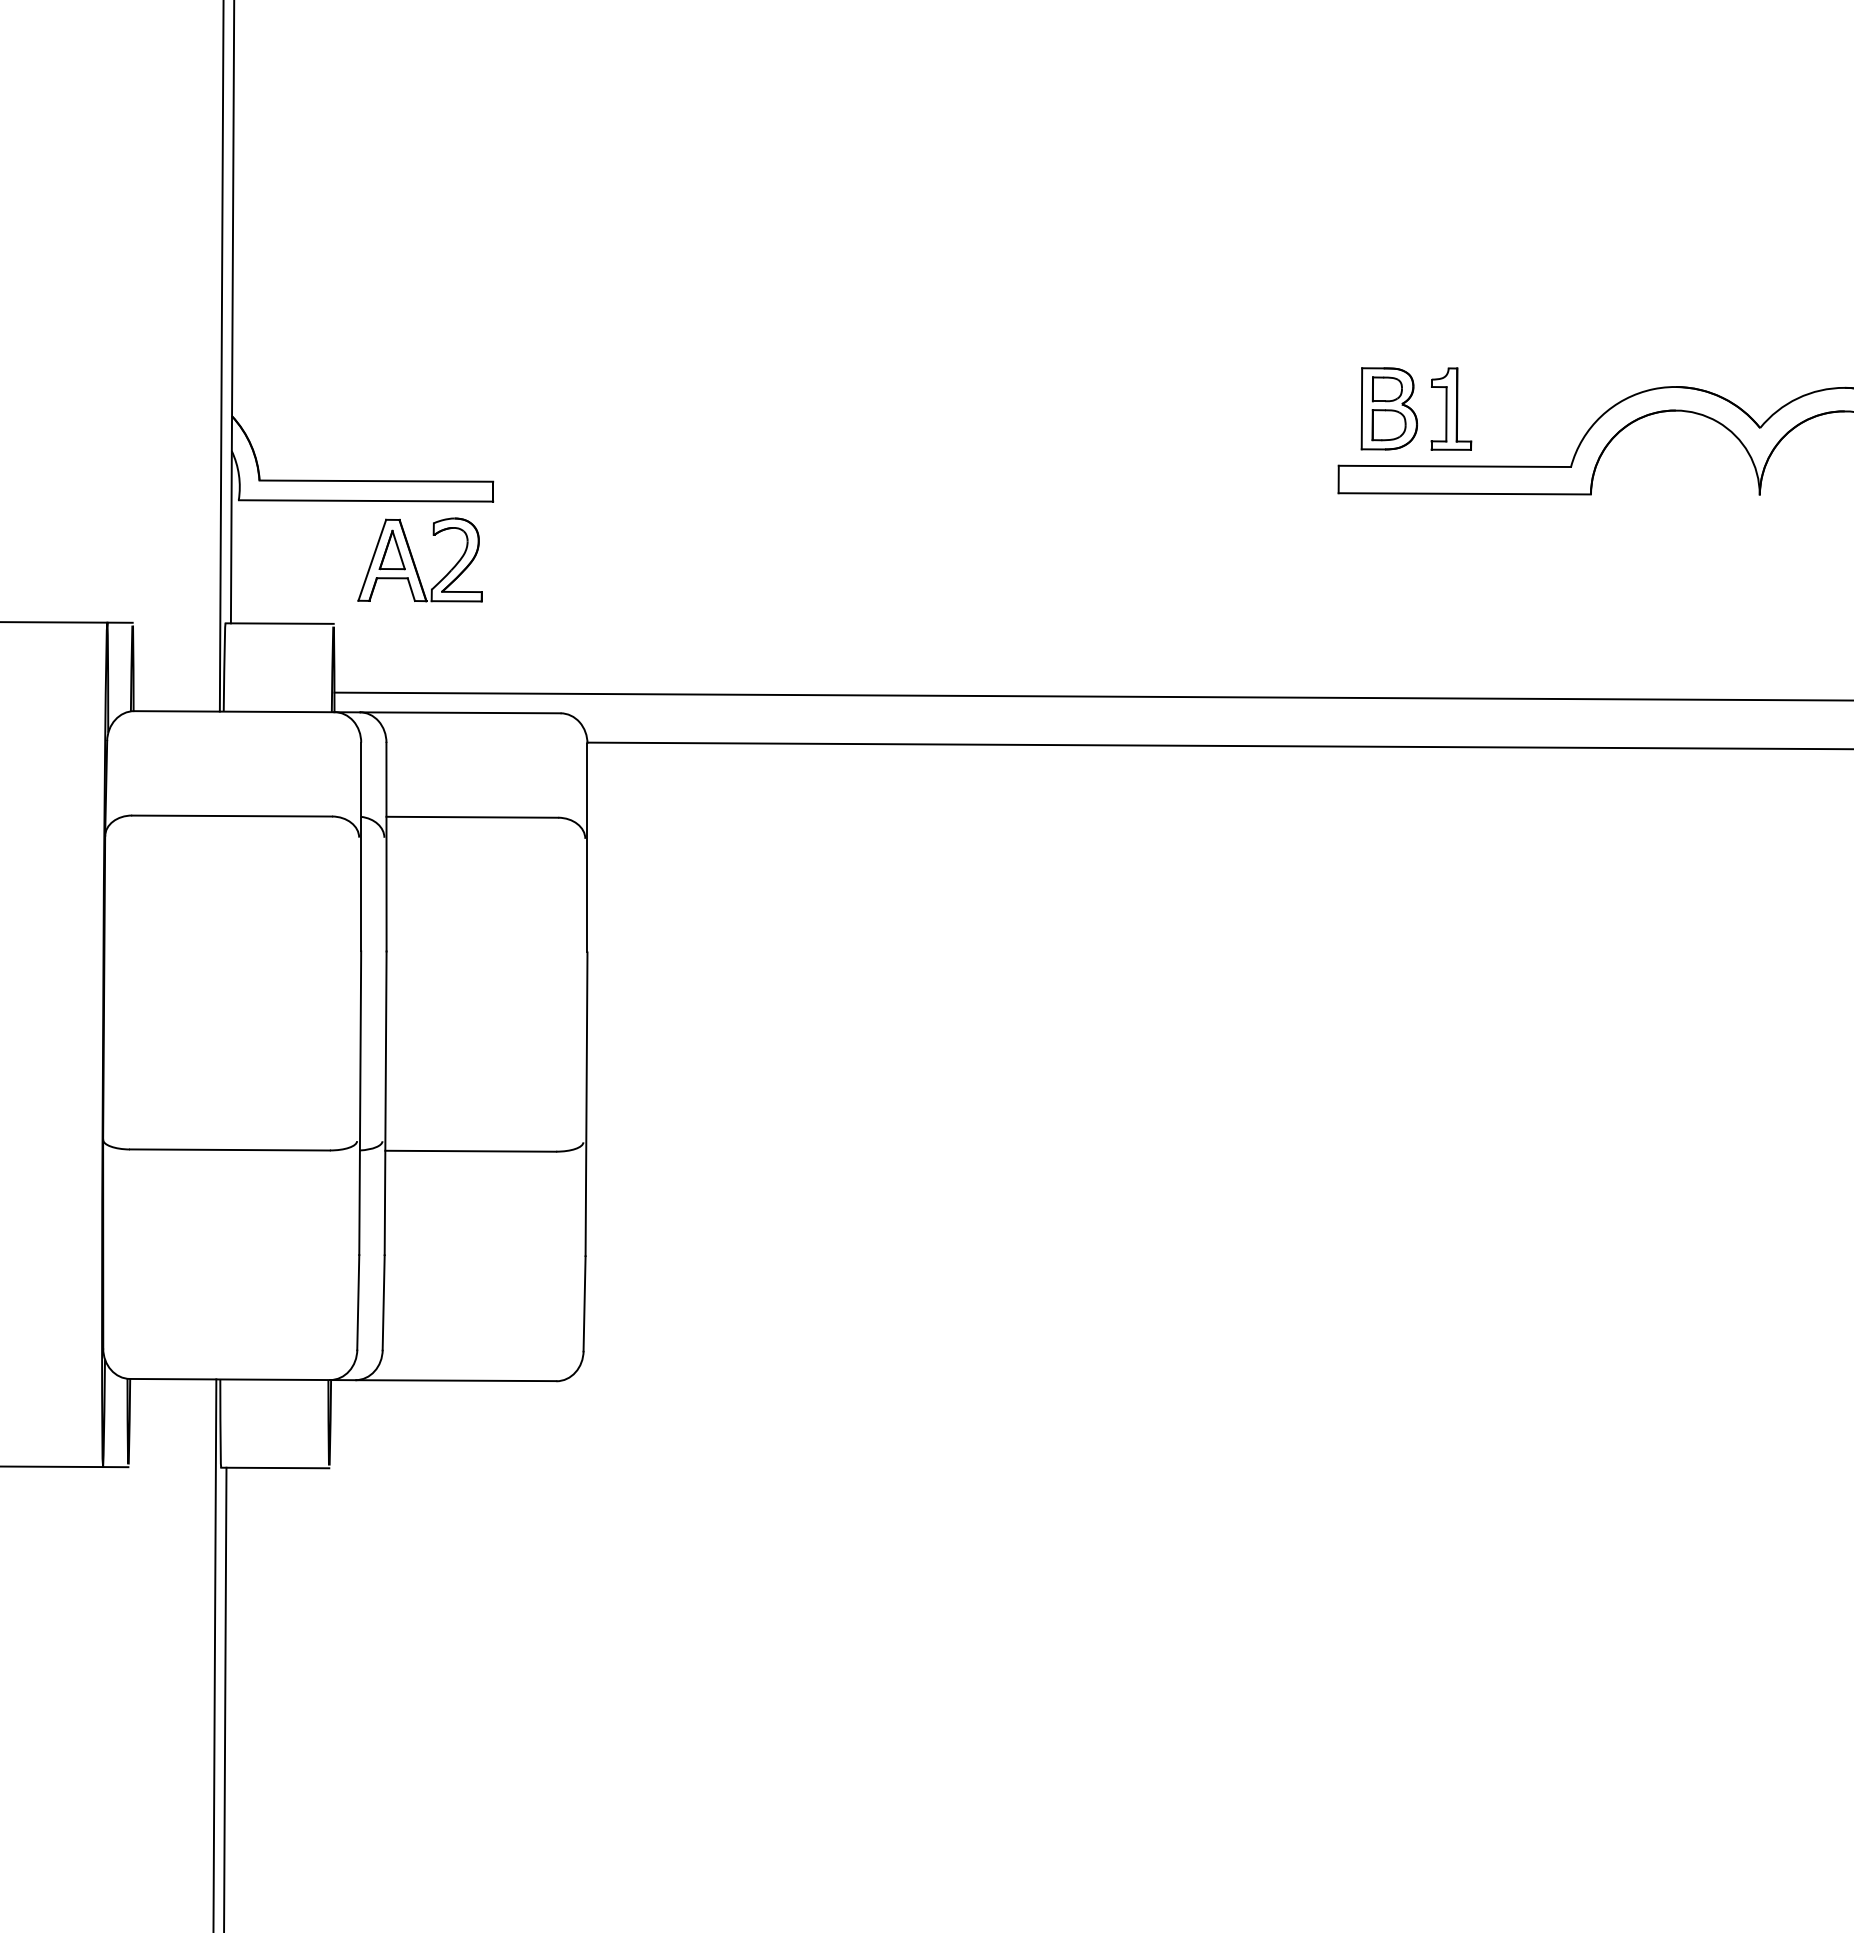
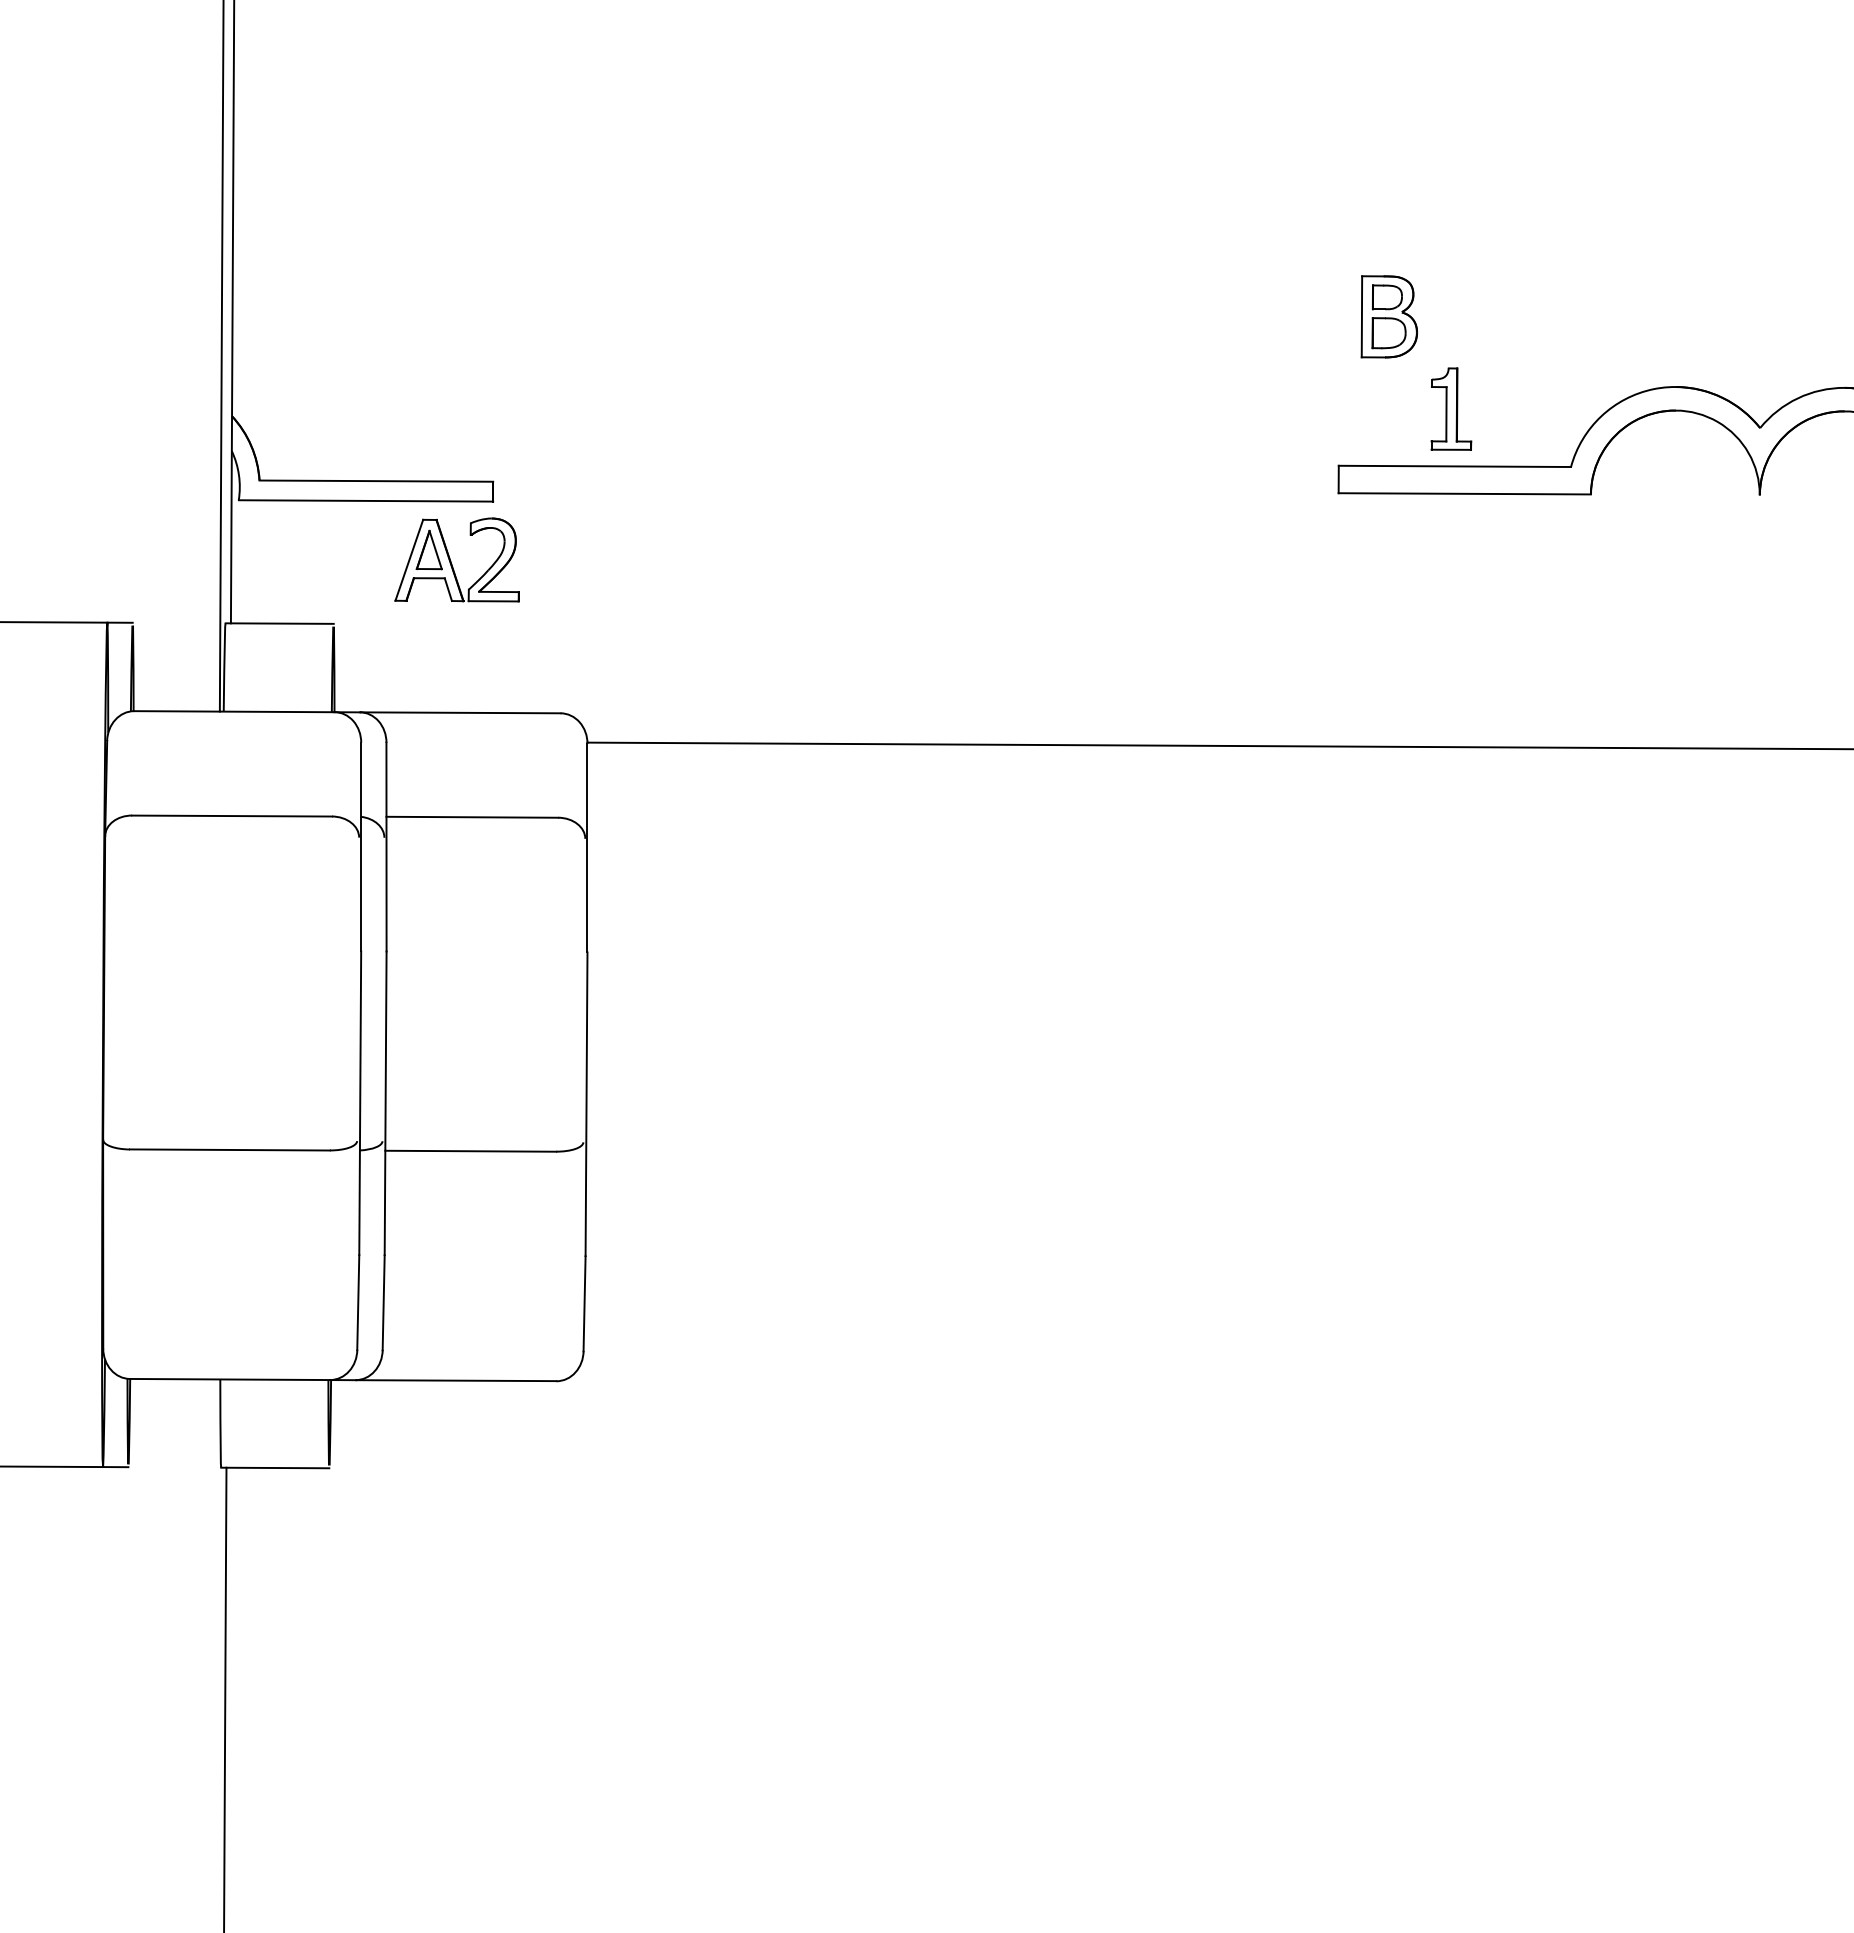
part at (1388, 408) position: (1388, 408) -> (1388, 316)
part at (419, 559) position: (419, 559) -> (456, 559)
line at (1092, 696): present -> none
line at (214, 1654): present -> none
